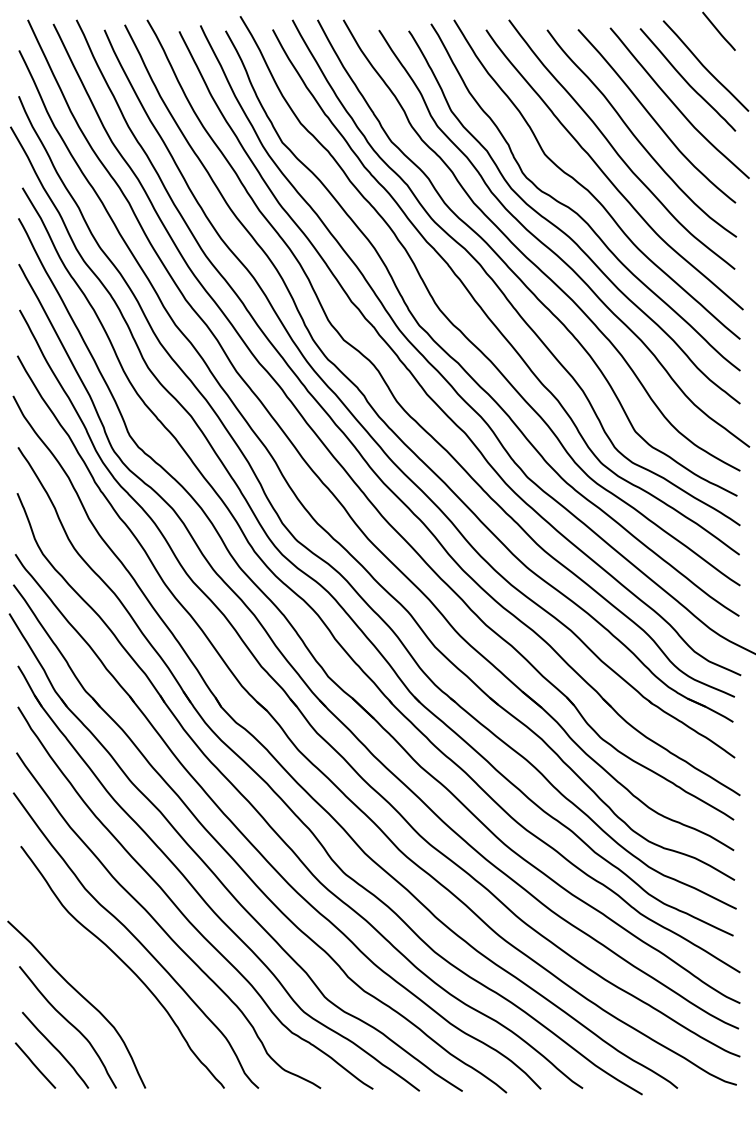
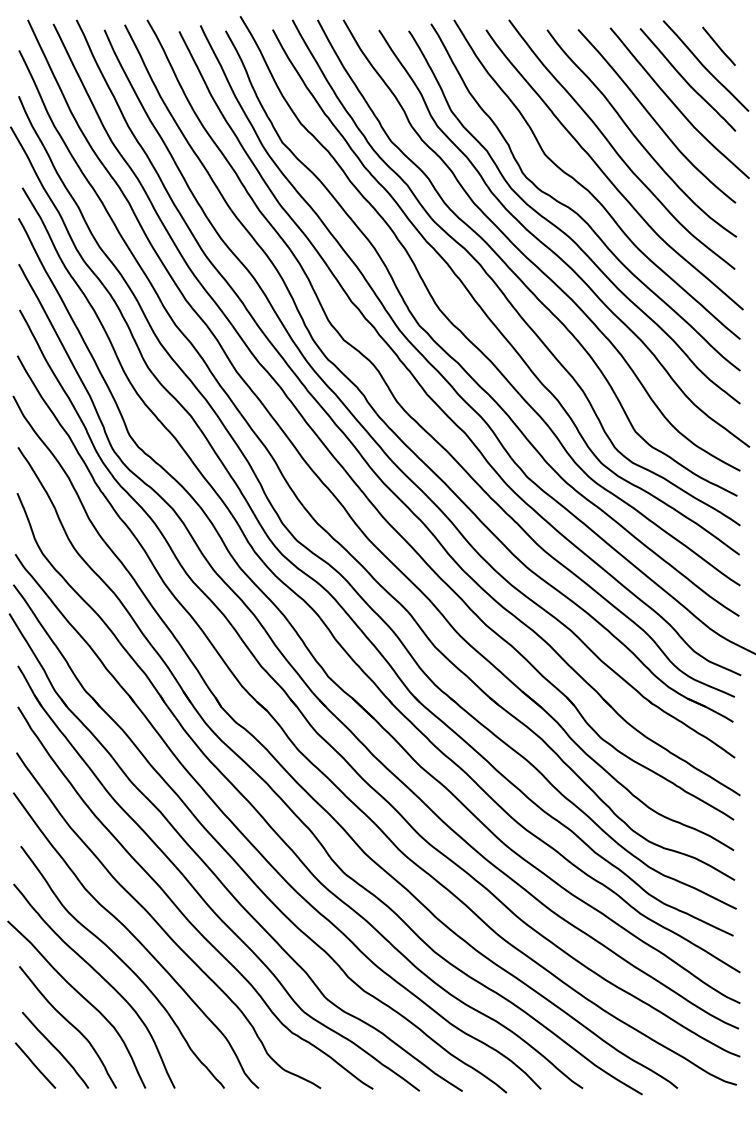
line at (718, 30) position: (718, 30) -> (718, 45)
curve at (101, 977): none -> present
